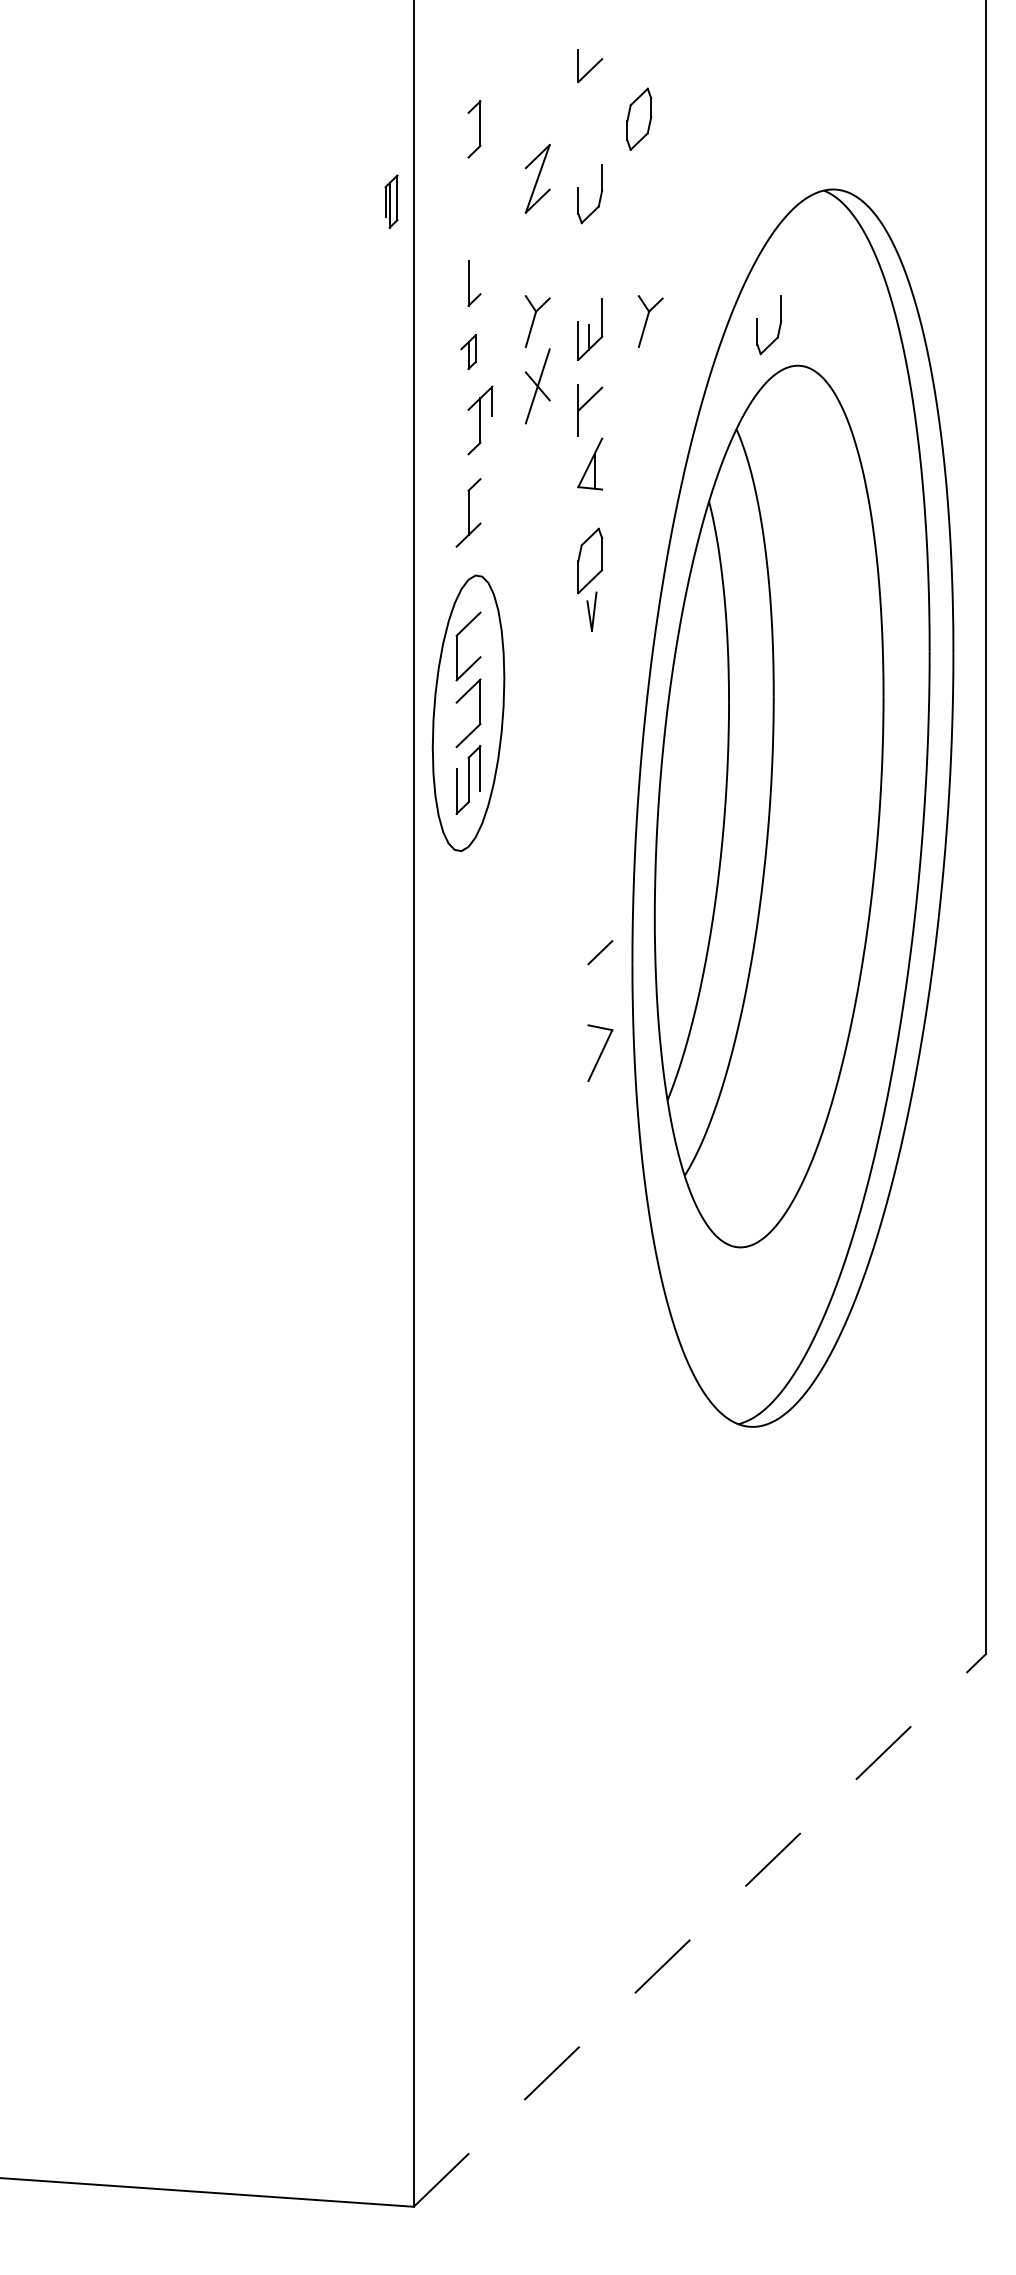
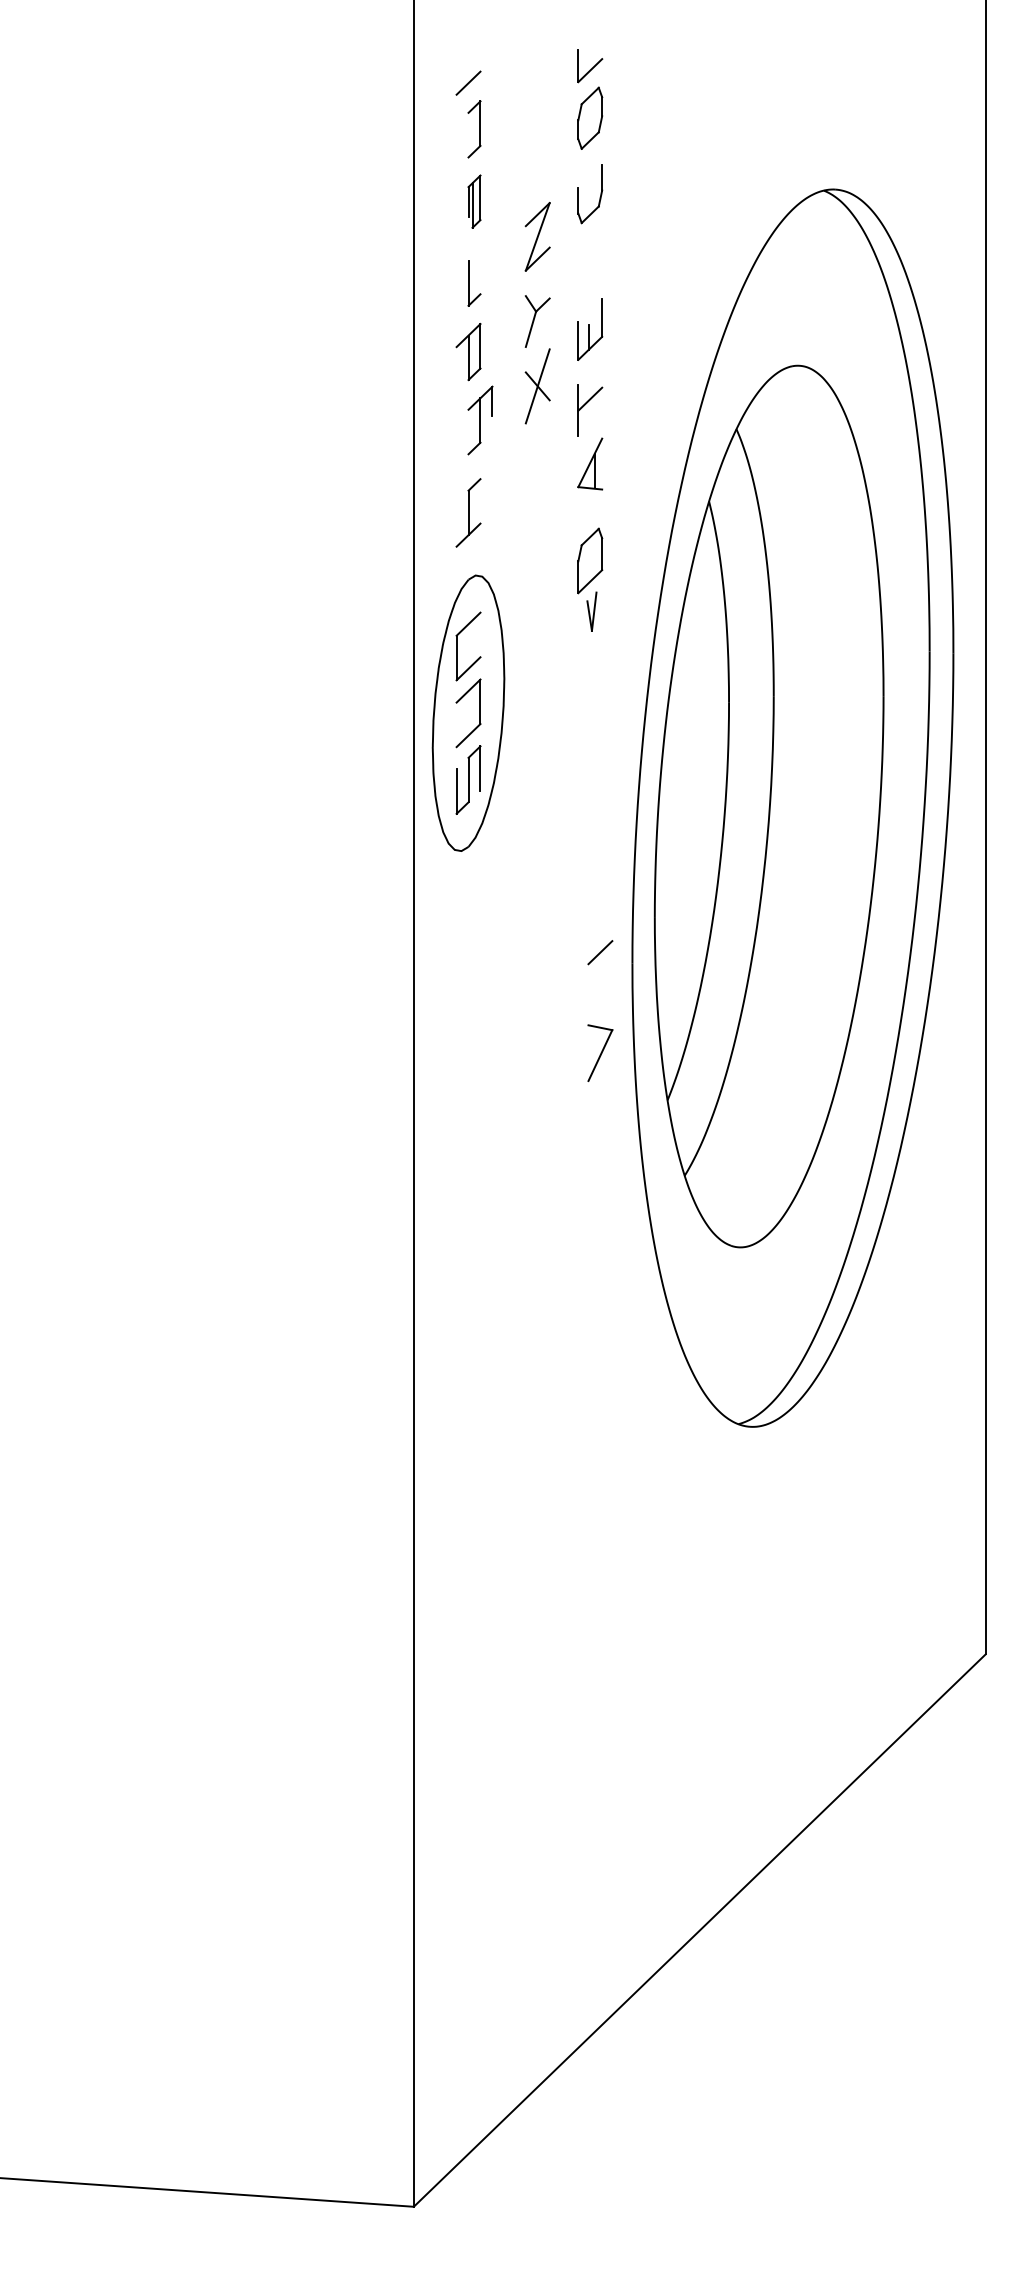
line at (468, 82): none -> present
part at (639, 118) position: (639, 118) -> (590, 117)
part at (537, 178) position: (537, 178) -> (537, 236)
part at (391, 201) position: (391, 201) -> (474, 201)
part at (650, 321): present -> none
part at (778, 328): present -> none
part at (468, 352) size: 17x37 px -> 27x59 px
line at (700, 1930): dashed -> solid
